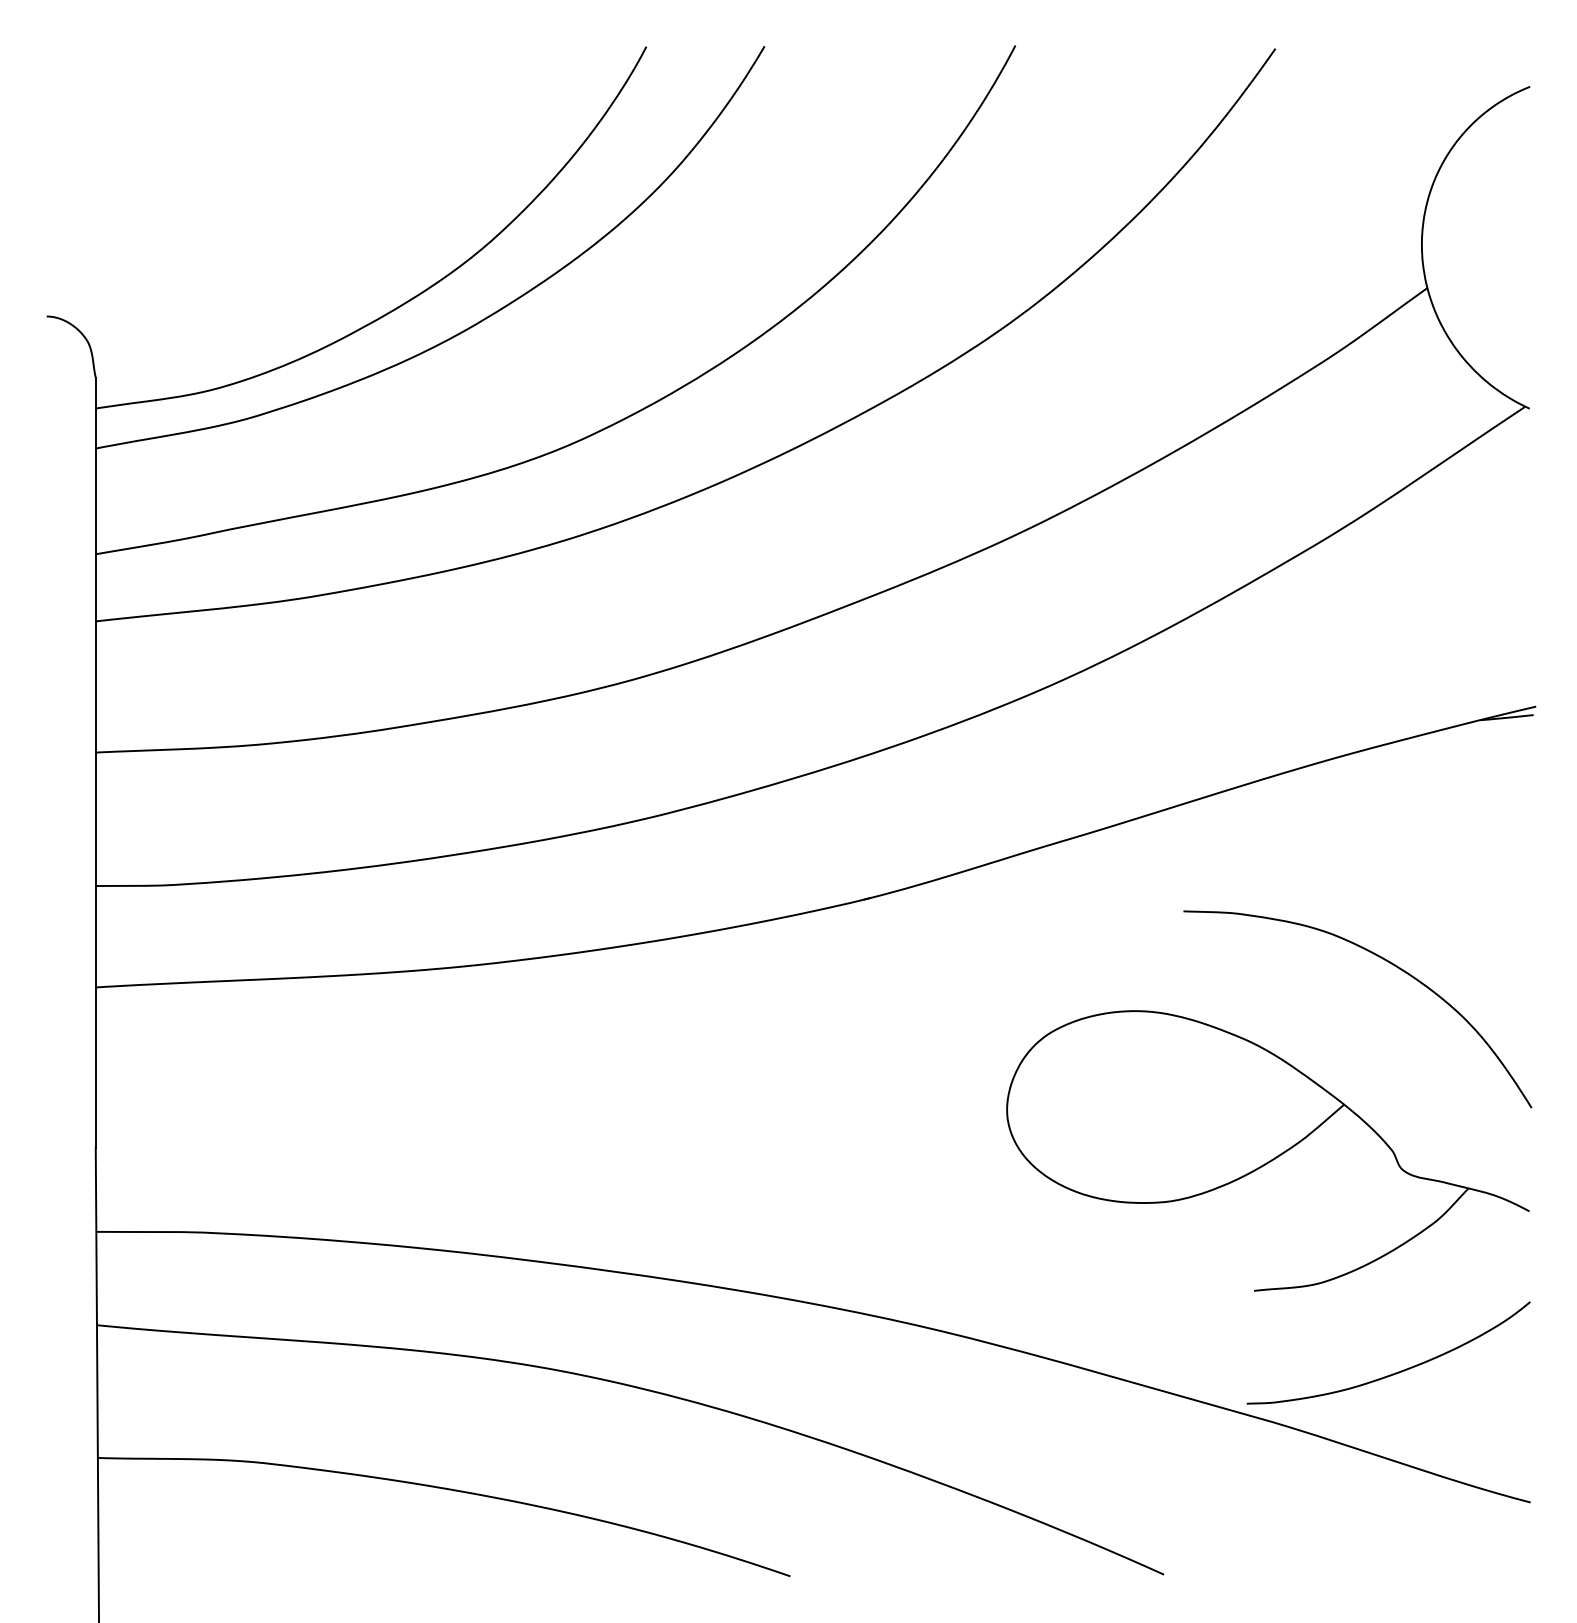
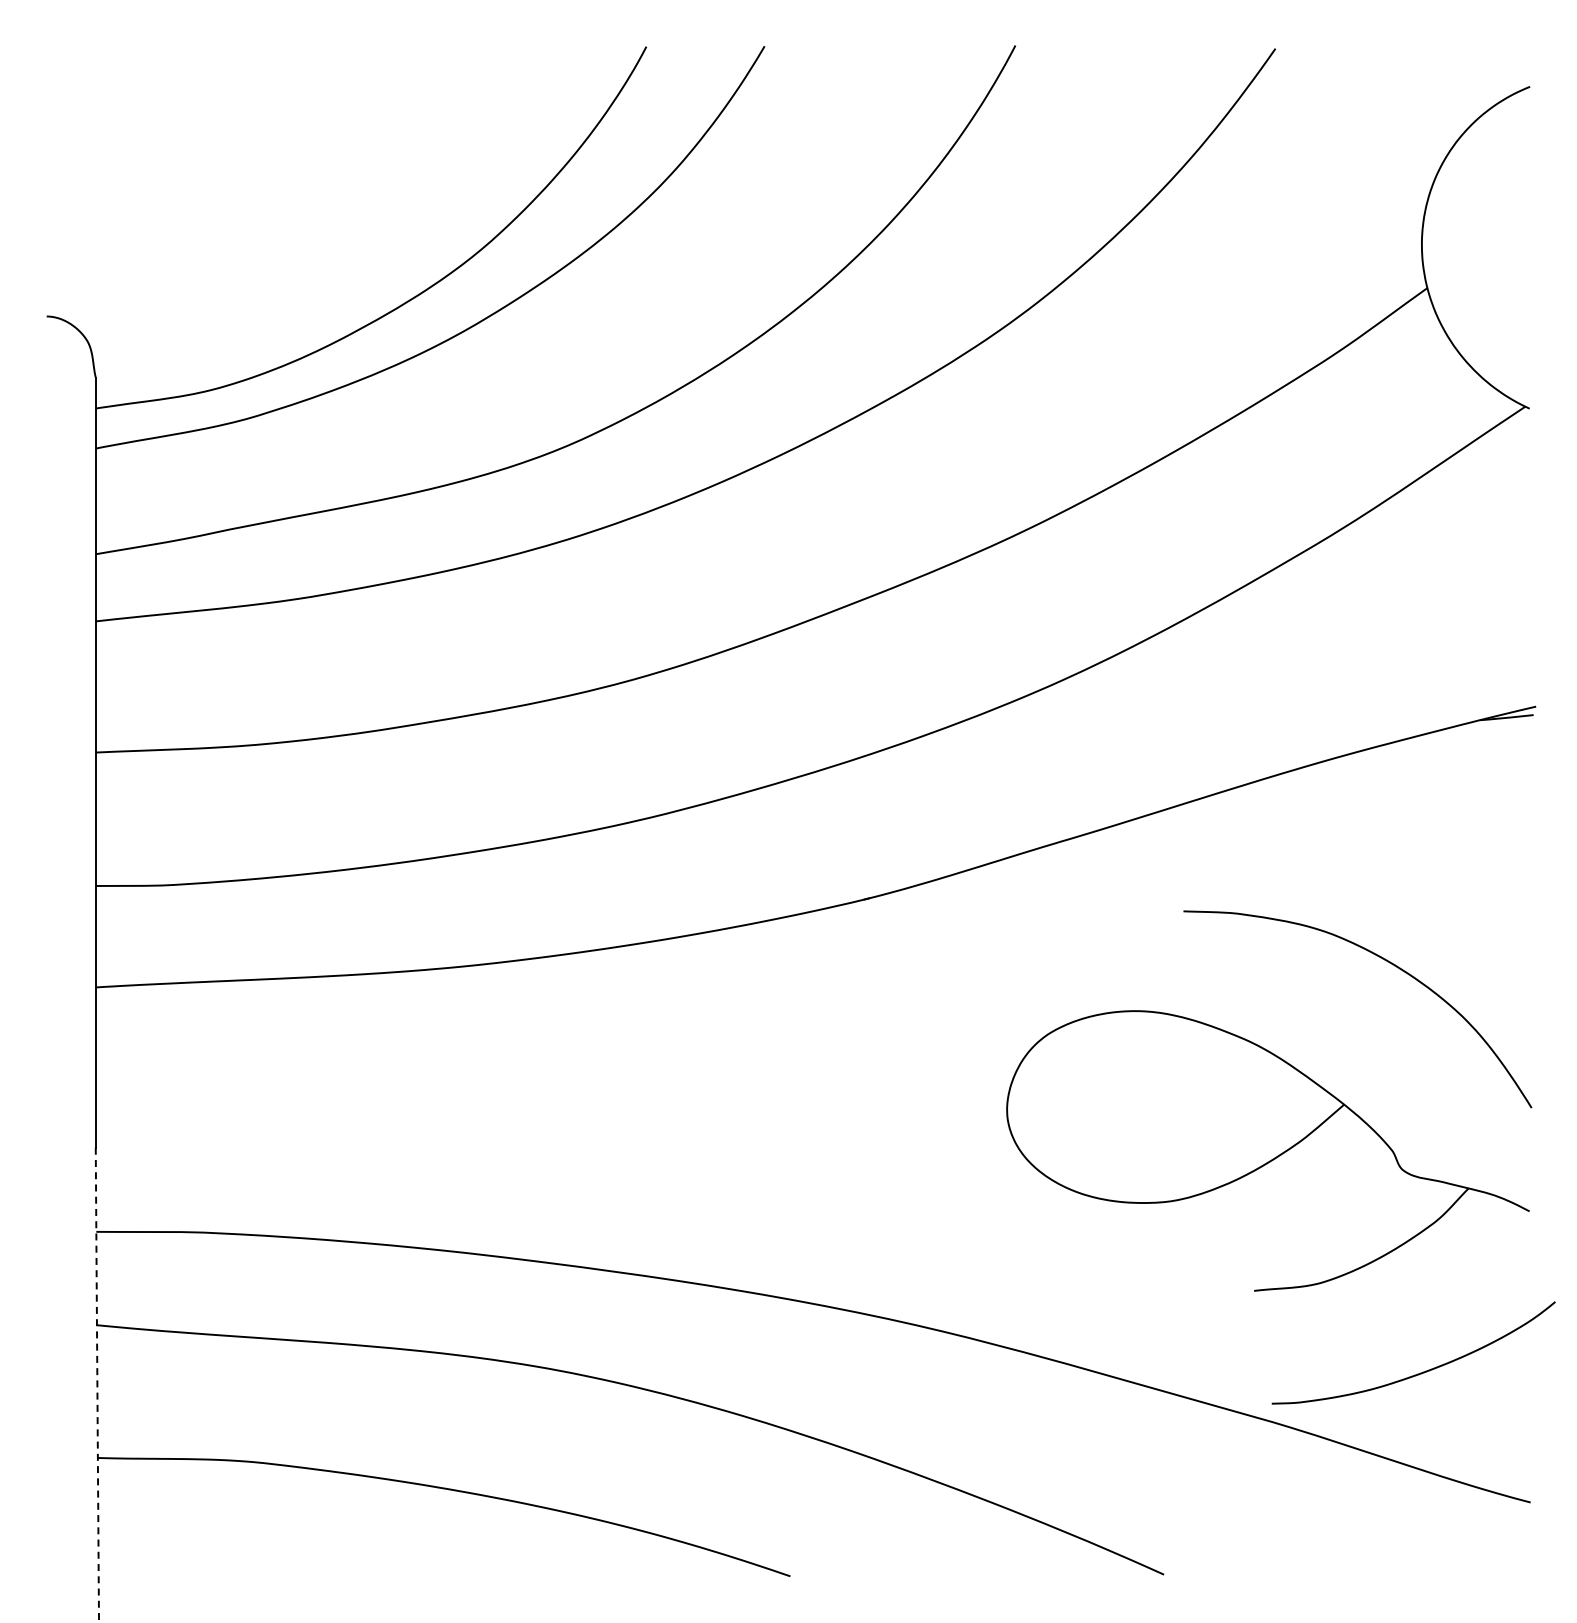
curve at (1395, 1372) position: (1395, 1372) -> (1420, 1372)
line at (97, 1385): solid -> dashed
